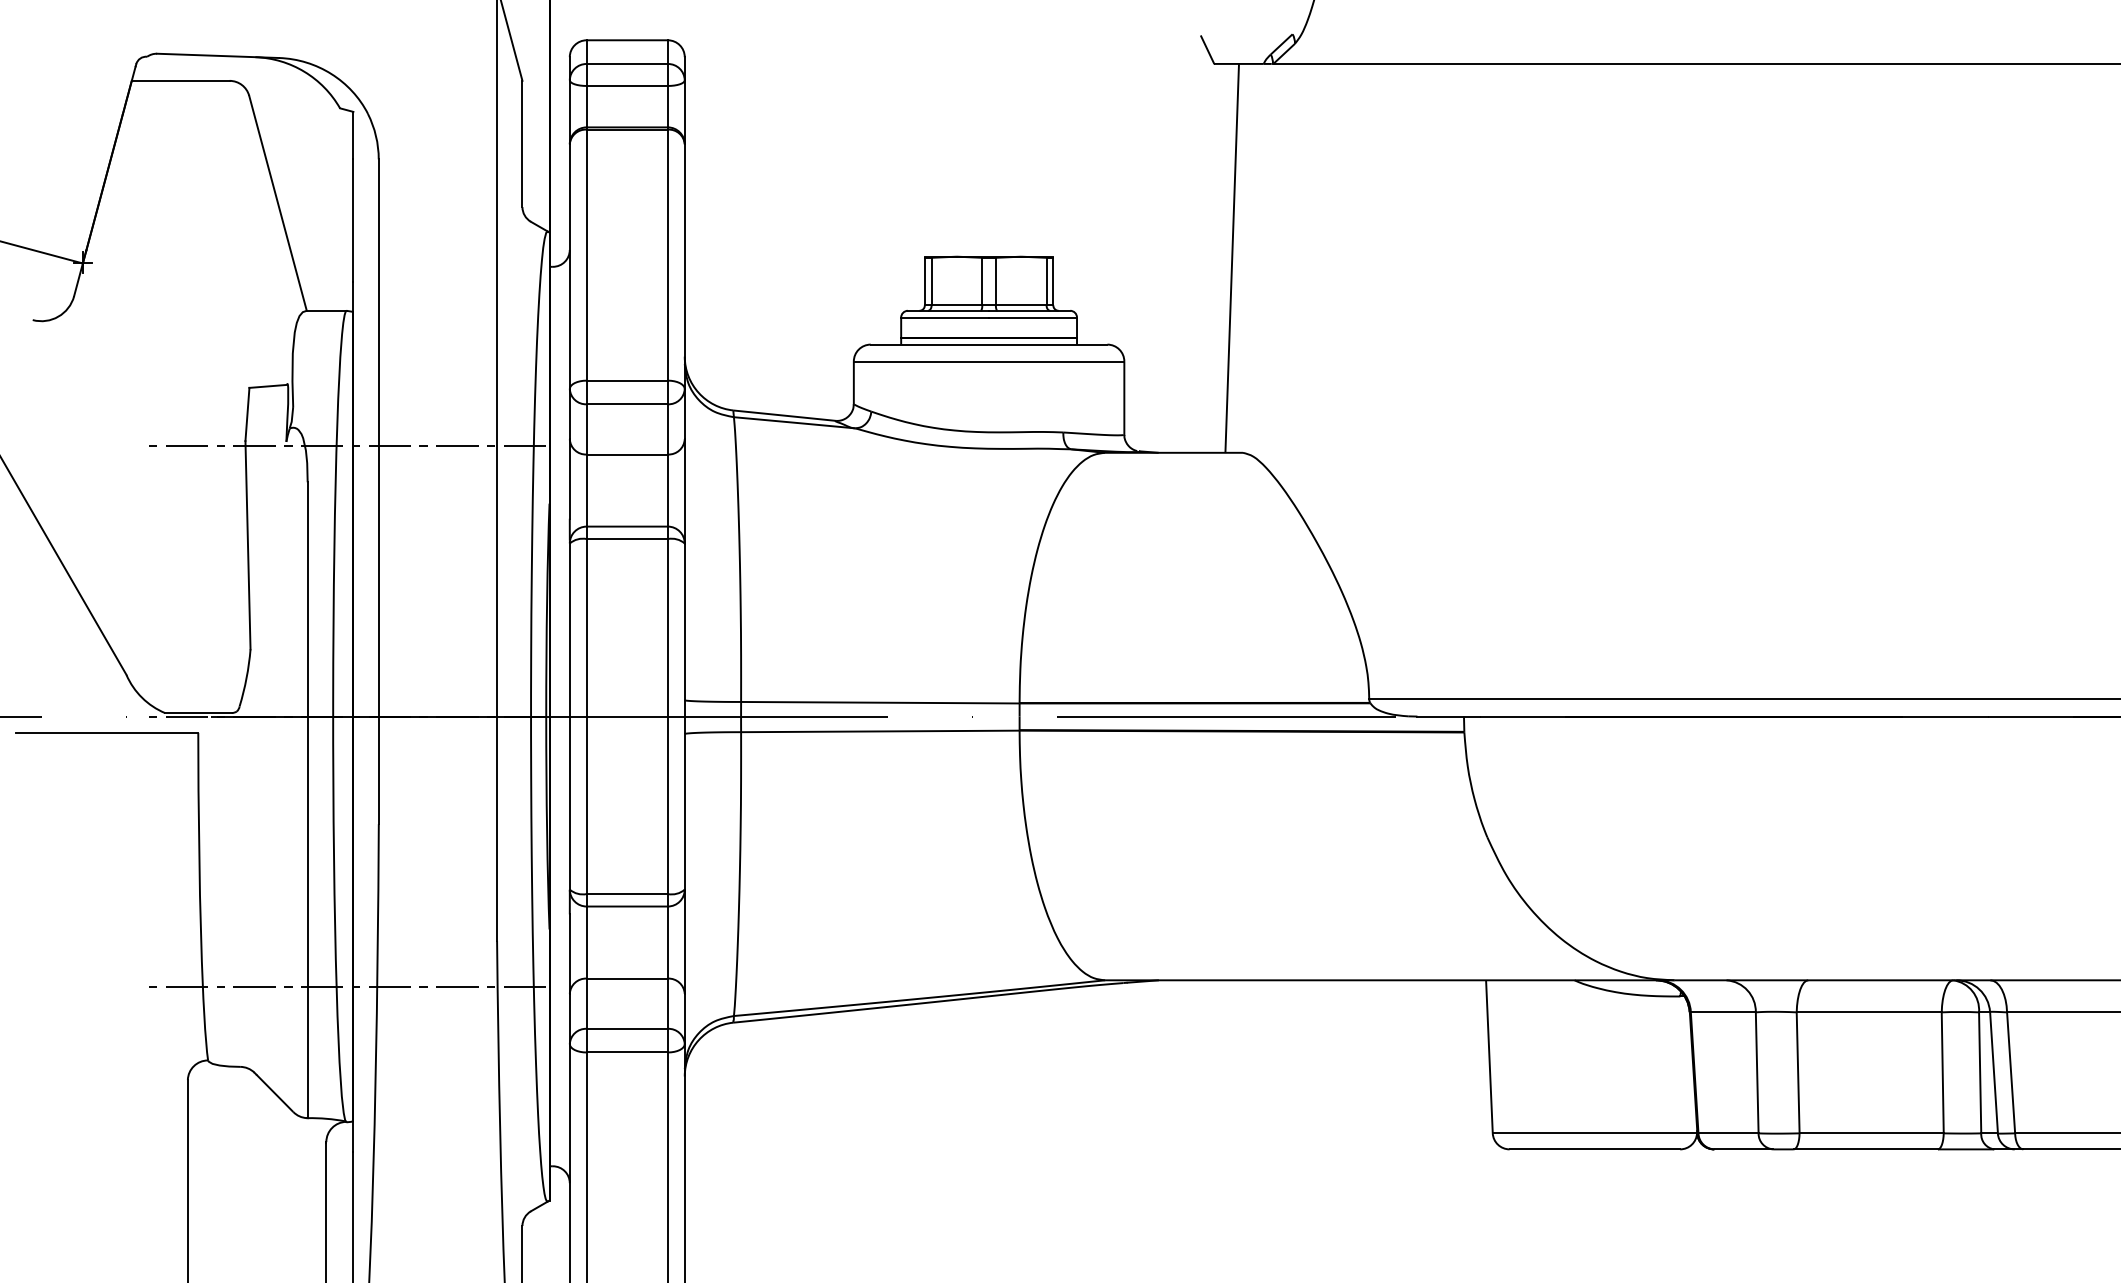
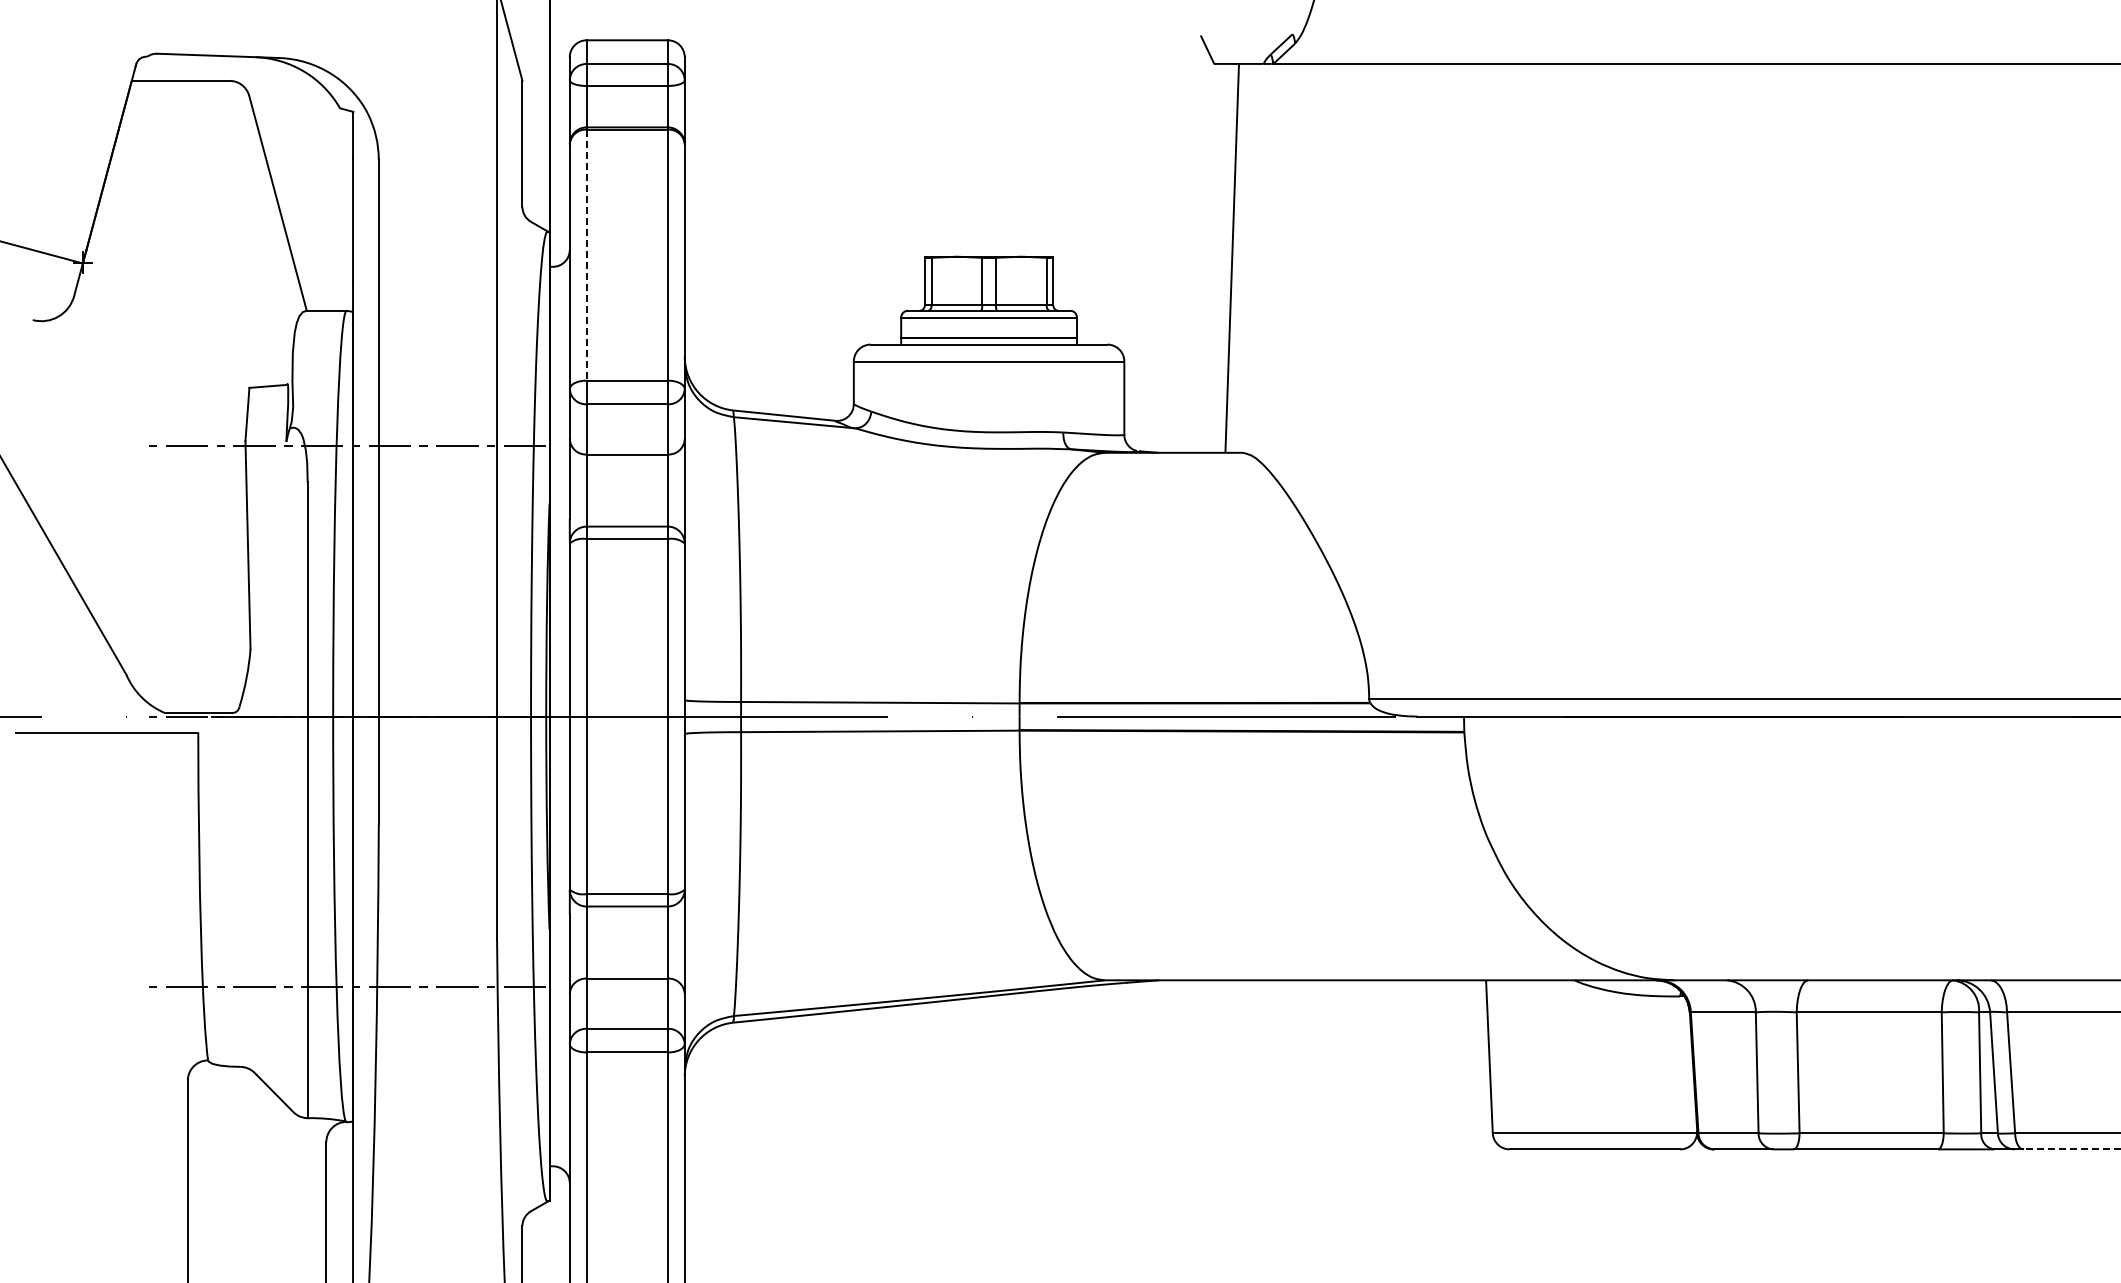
line at (586, 255): solid -> dashed
line at (2072, 1149): solid -> dashed
